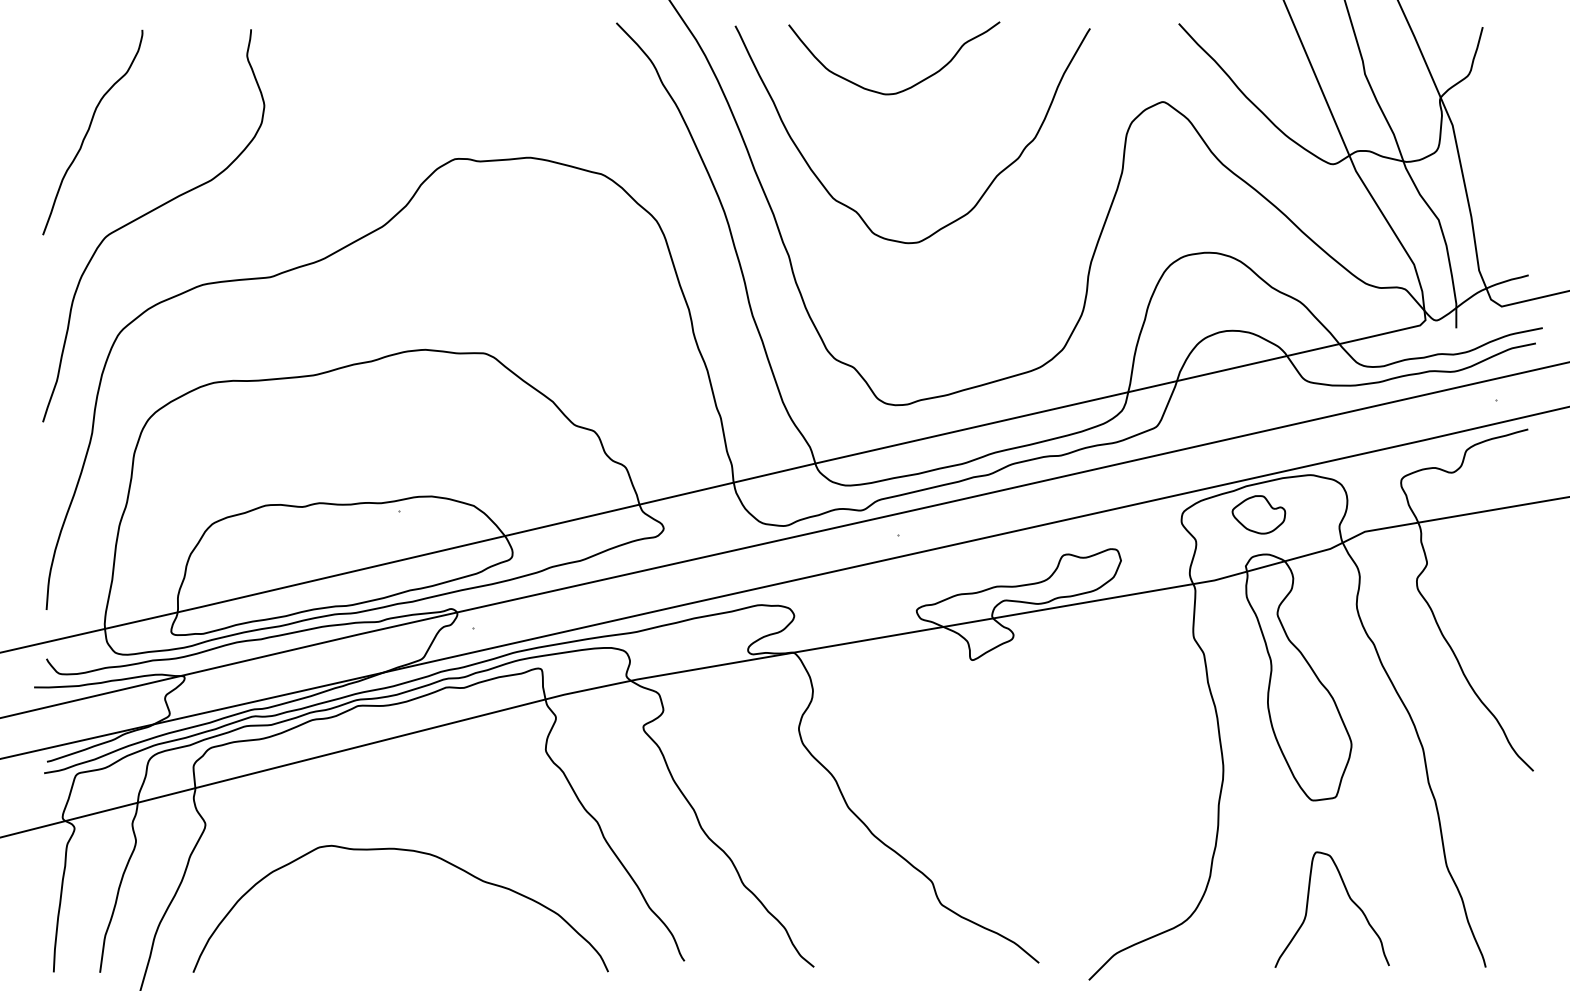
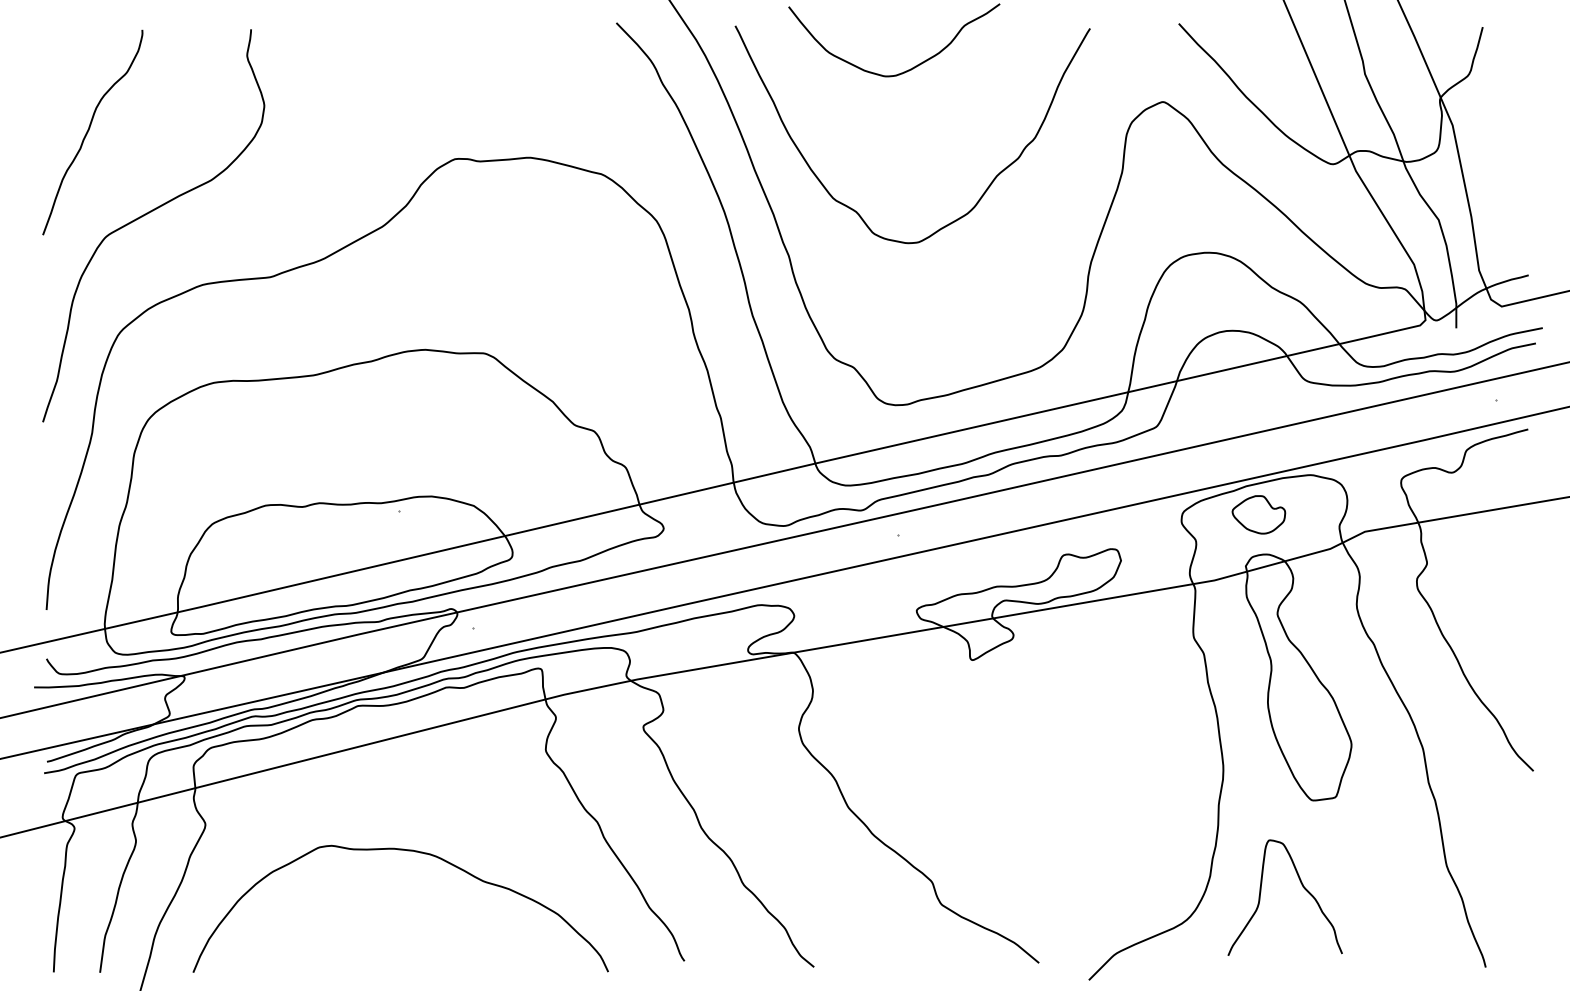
curve at (908, 87) position: (908, 87) -> (908, 69)
curve at (1348, 897) position: (1348, 897) -> (1301, 885)
